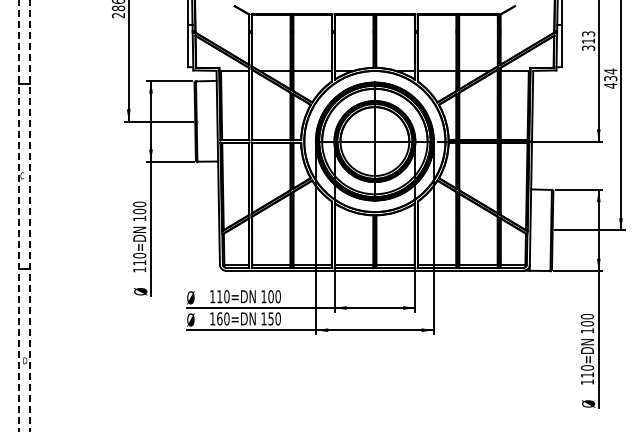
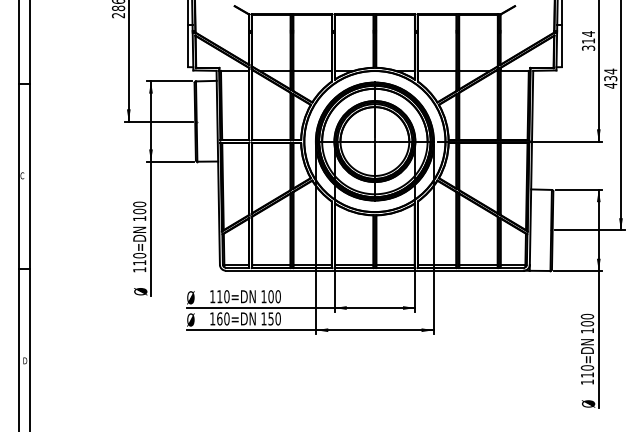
text at (588, 33): 313 -> 314
line at (19, 216): dashed -> solid
line at (30, 216): dashed -> solid
